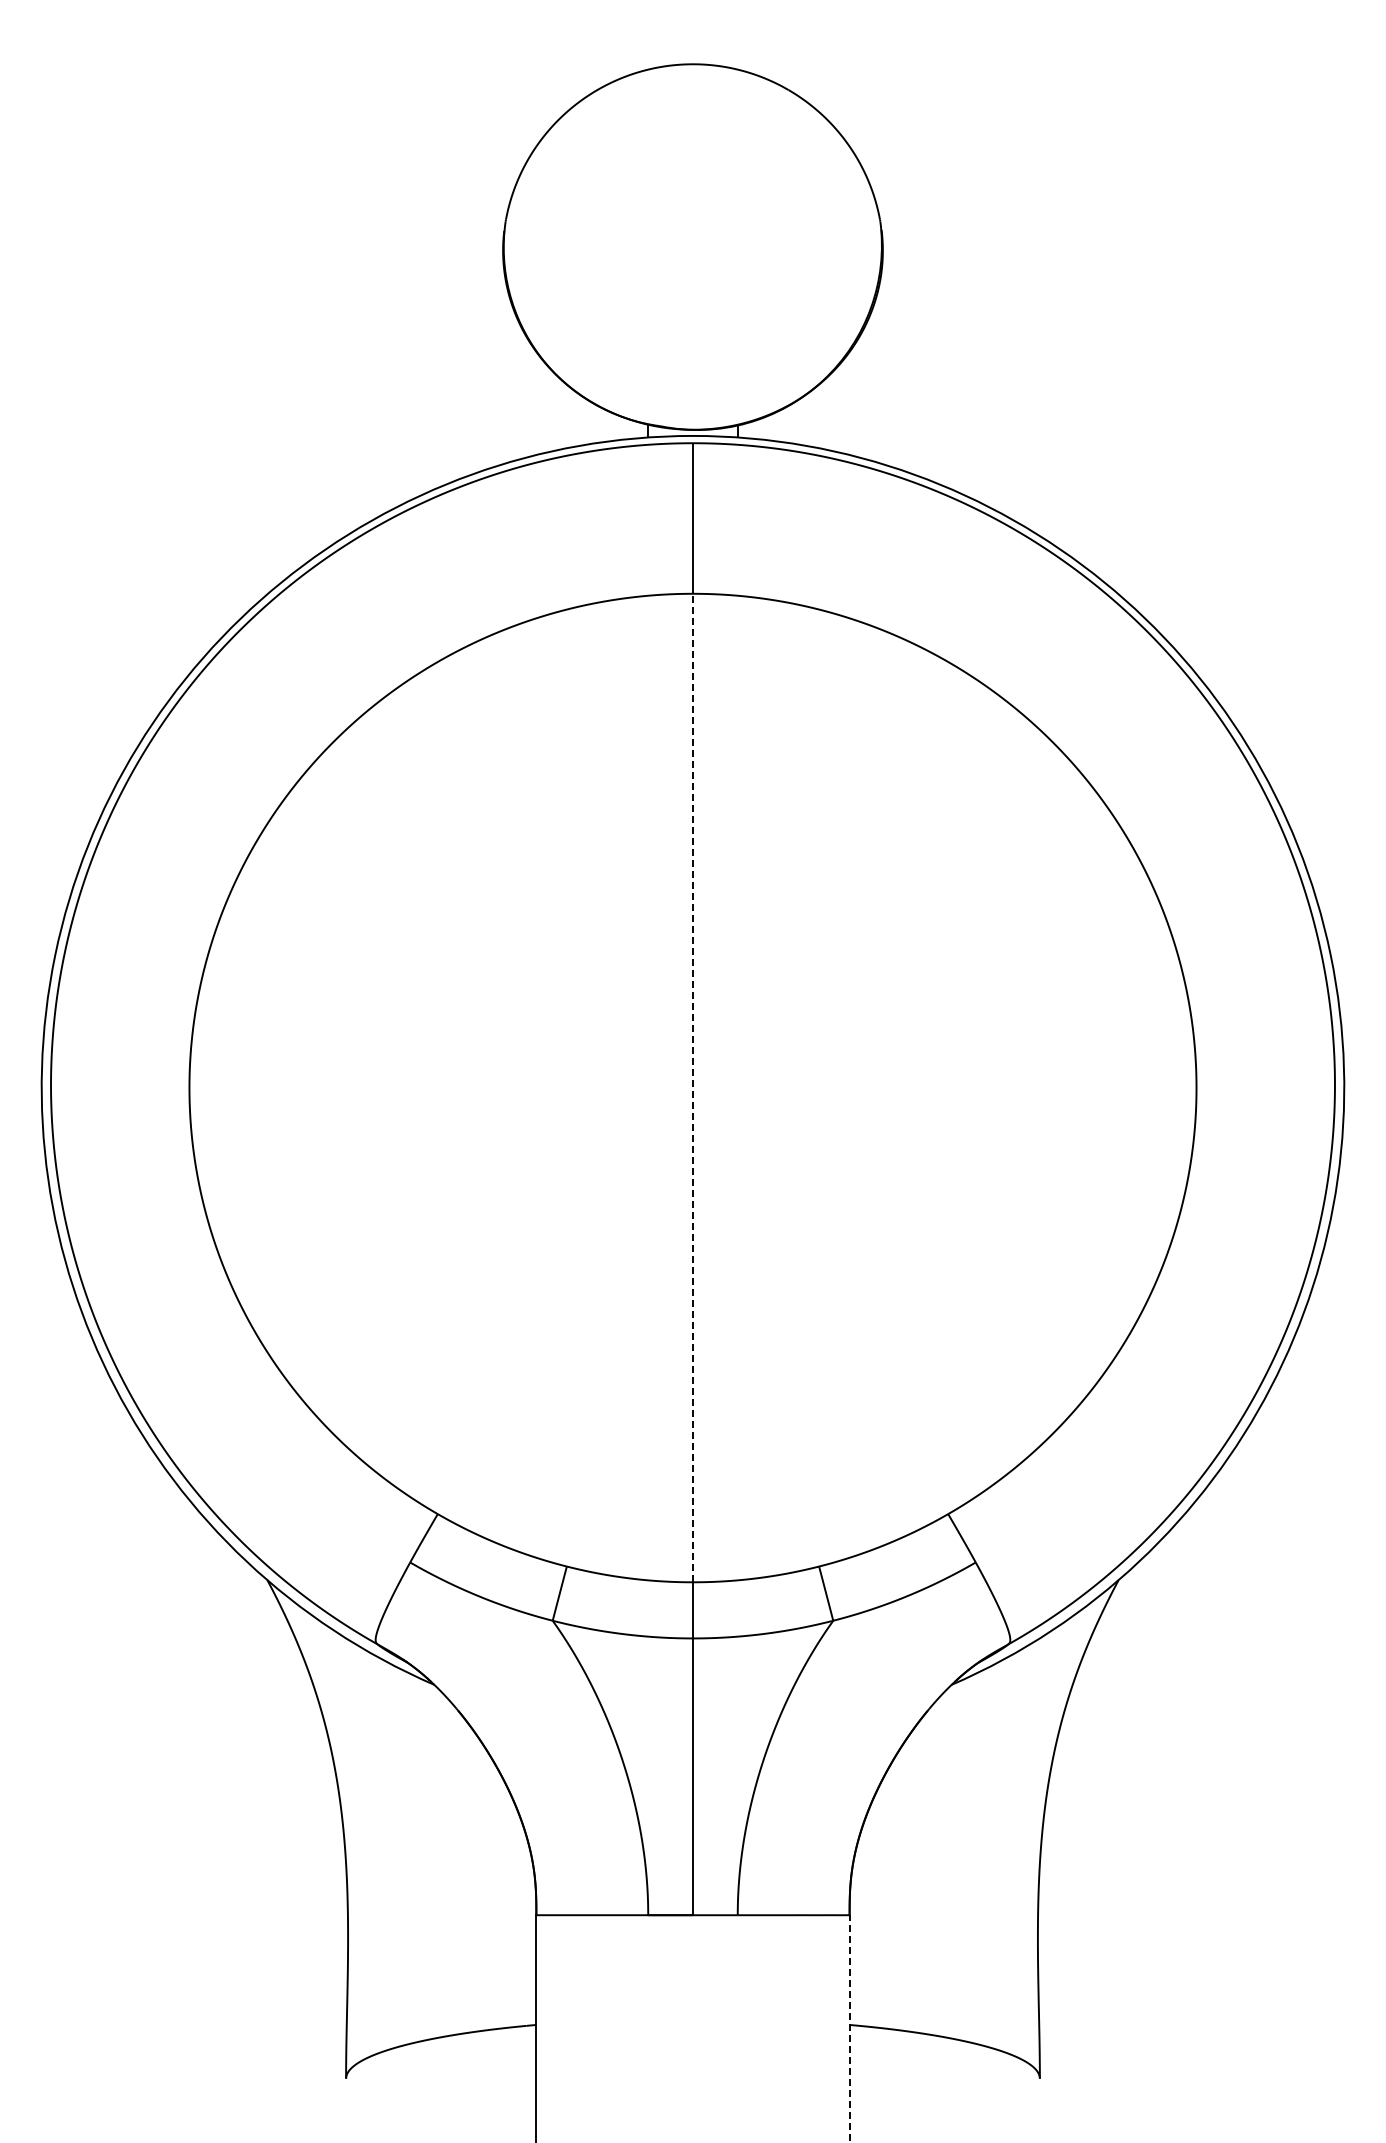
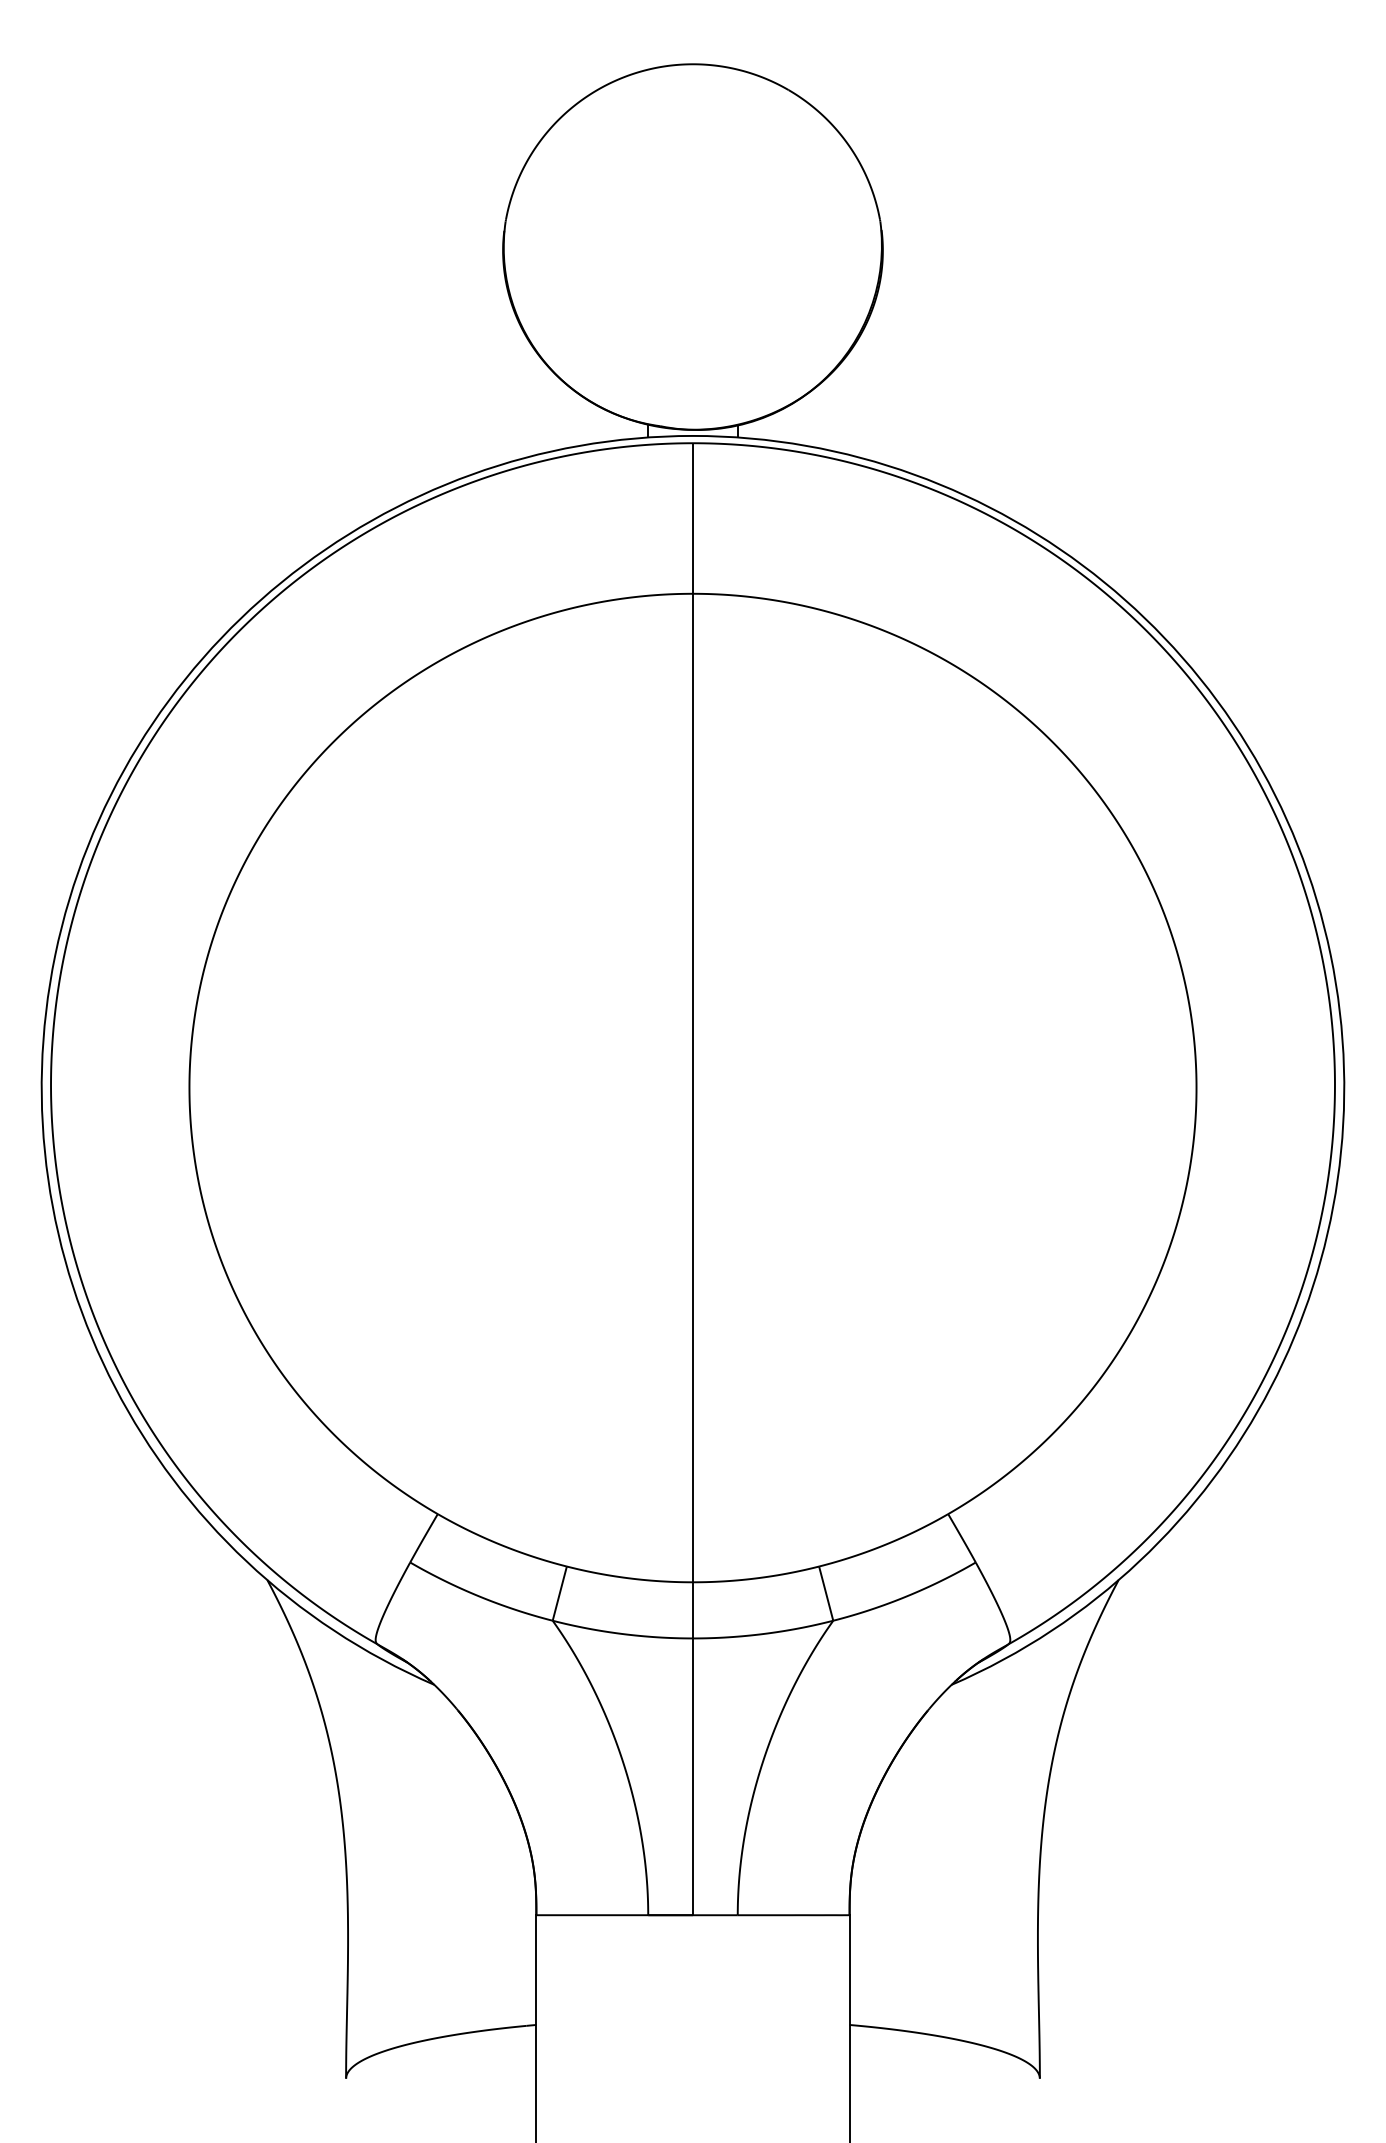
line at (693, 1087): dashed -> solid
line at (849, 2028): dashed -> solid
